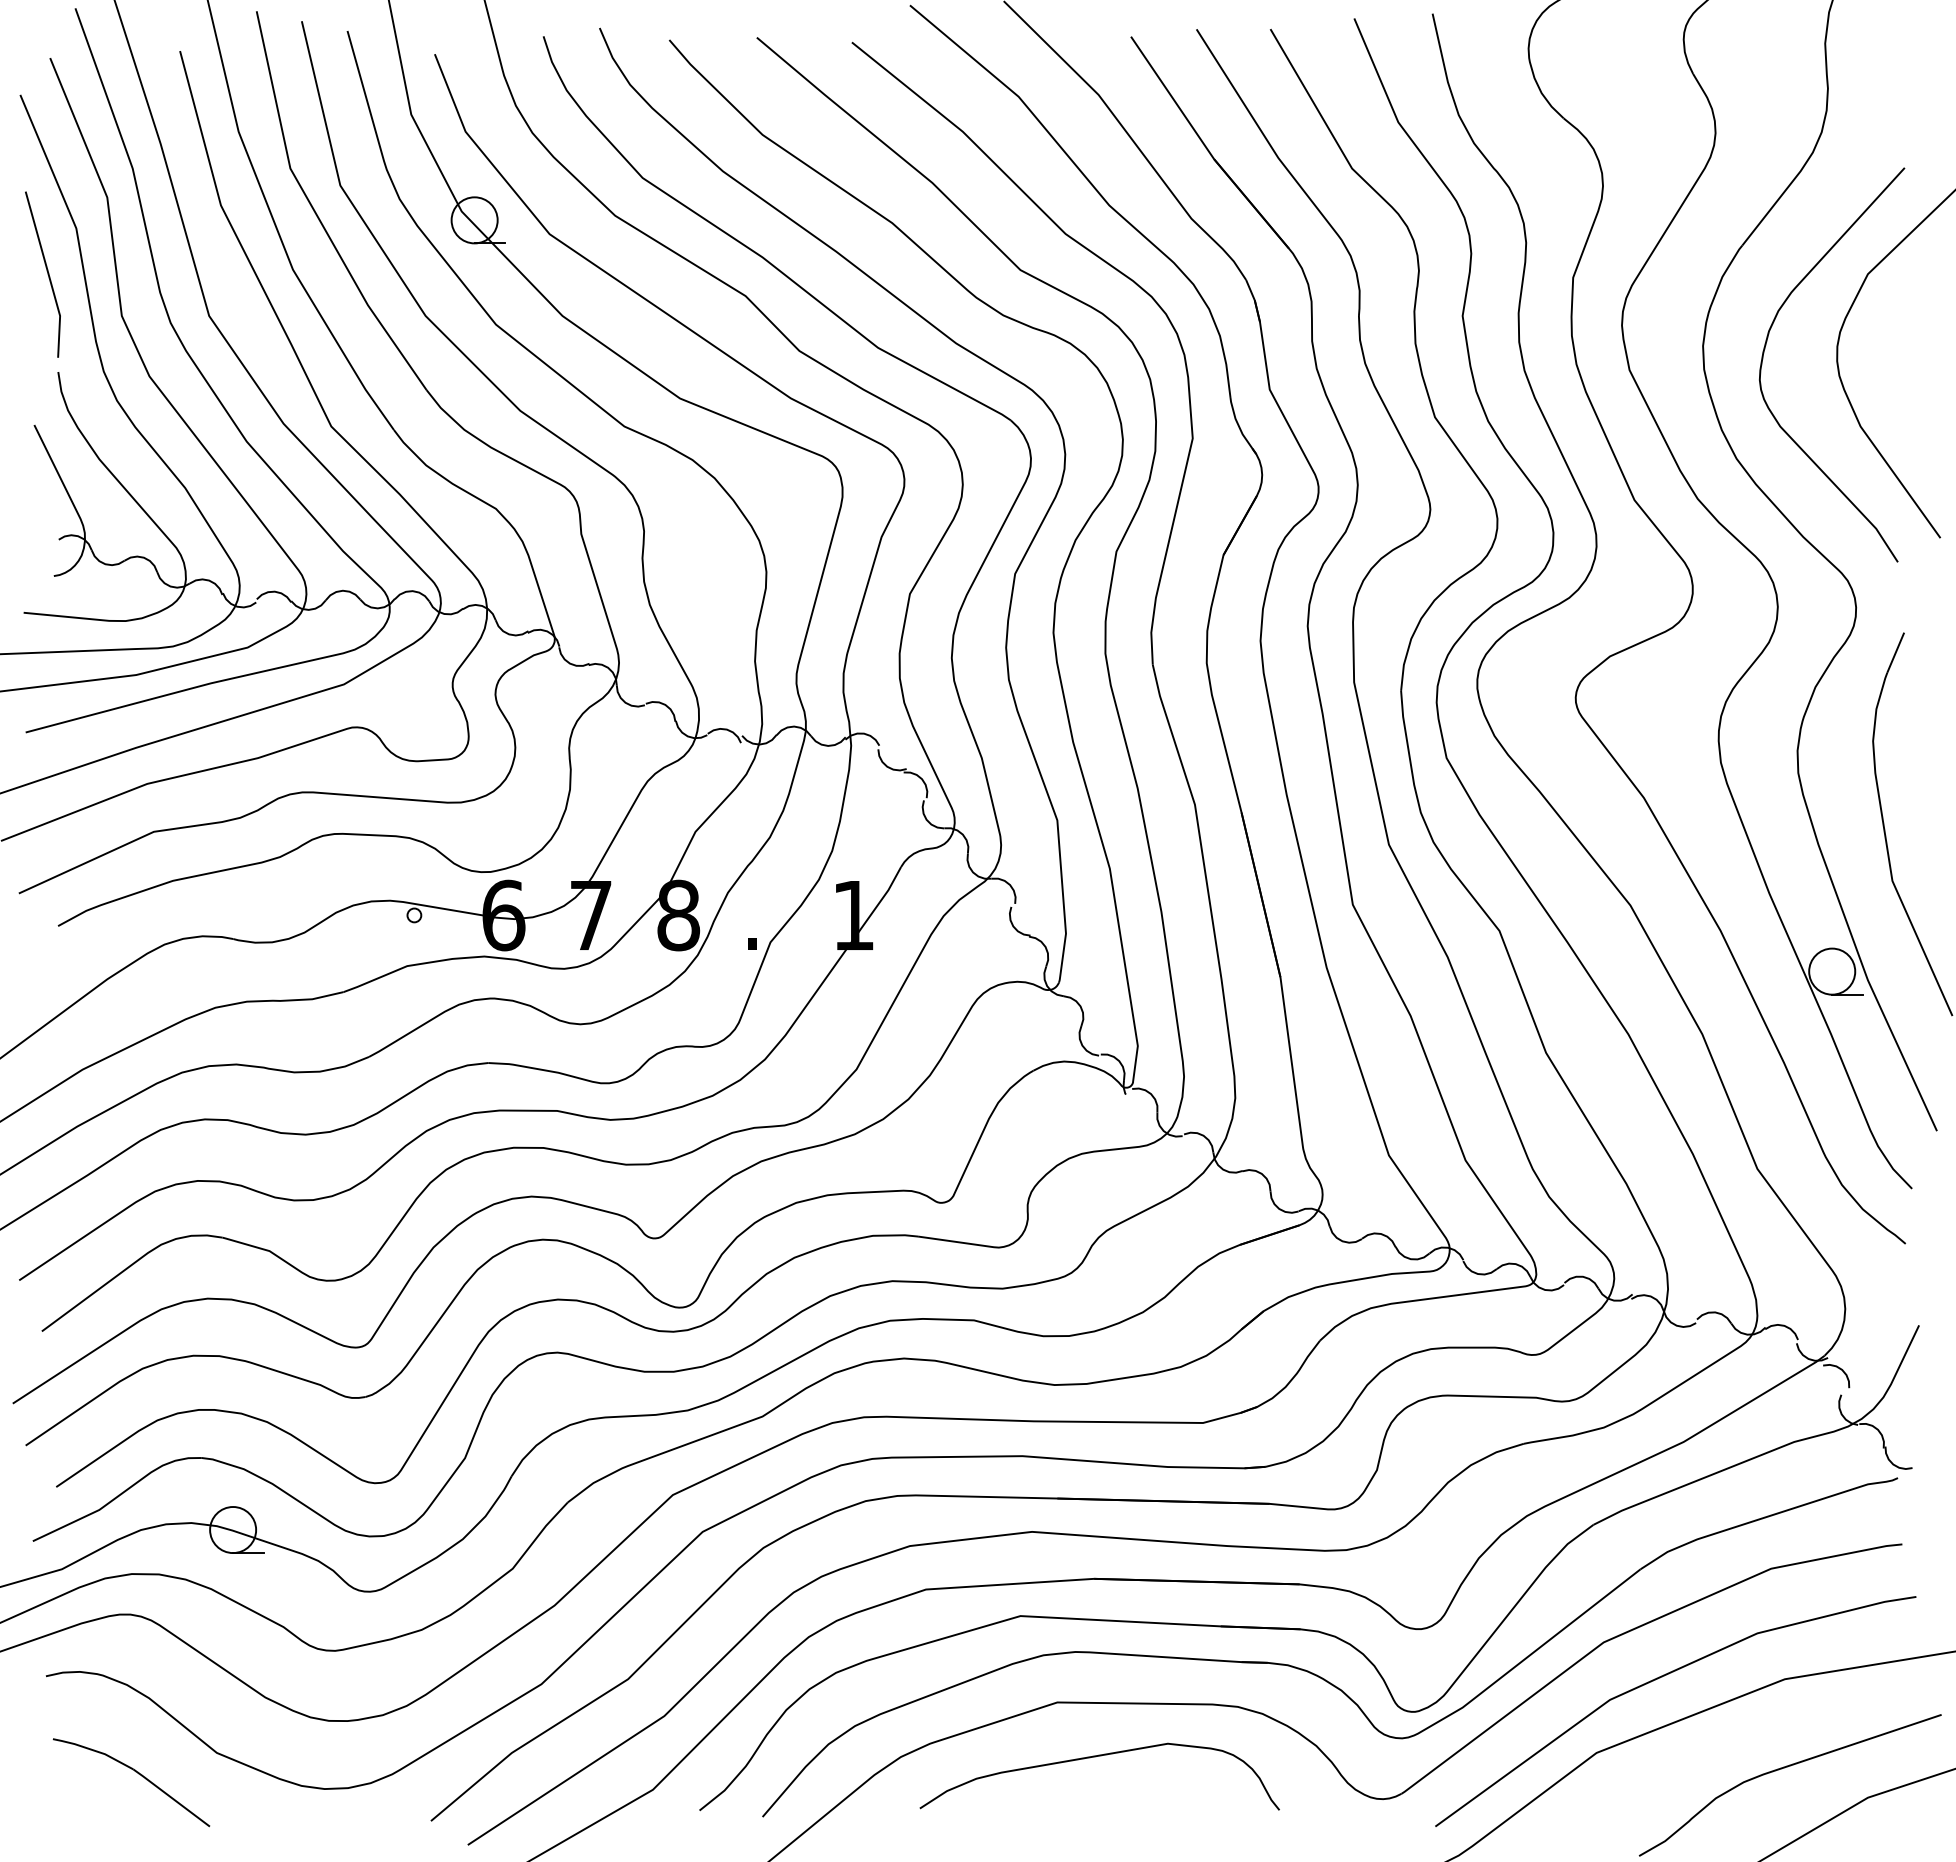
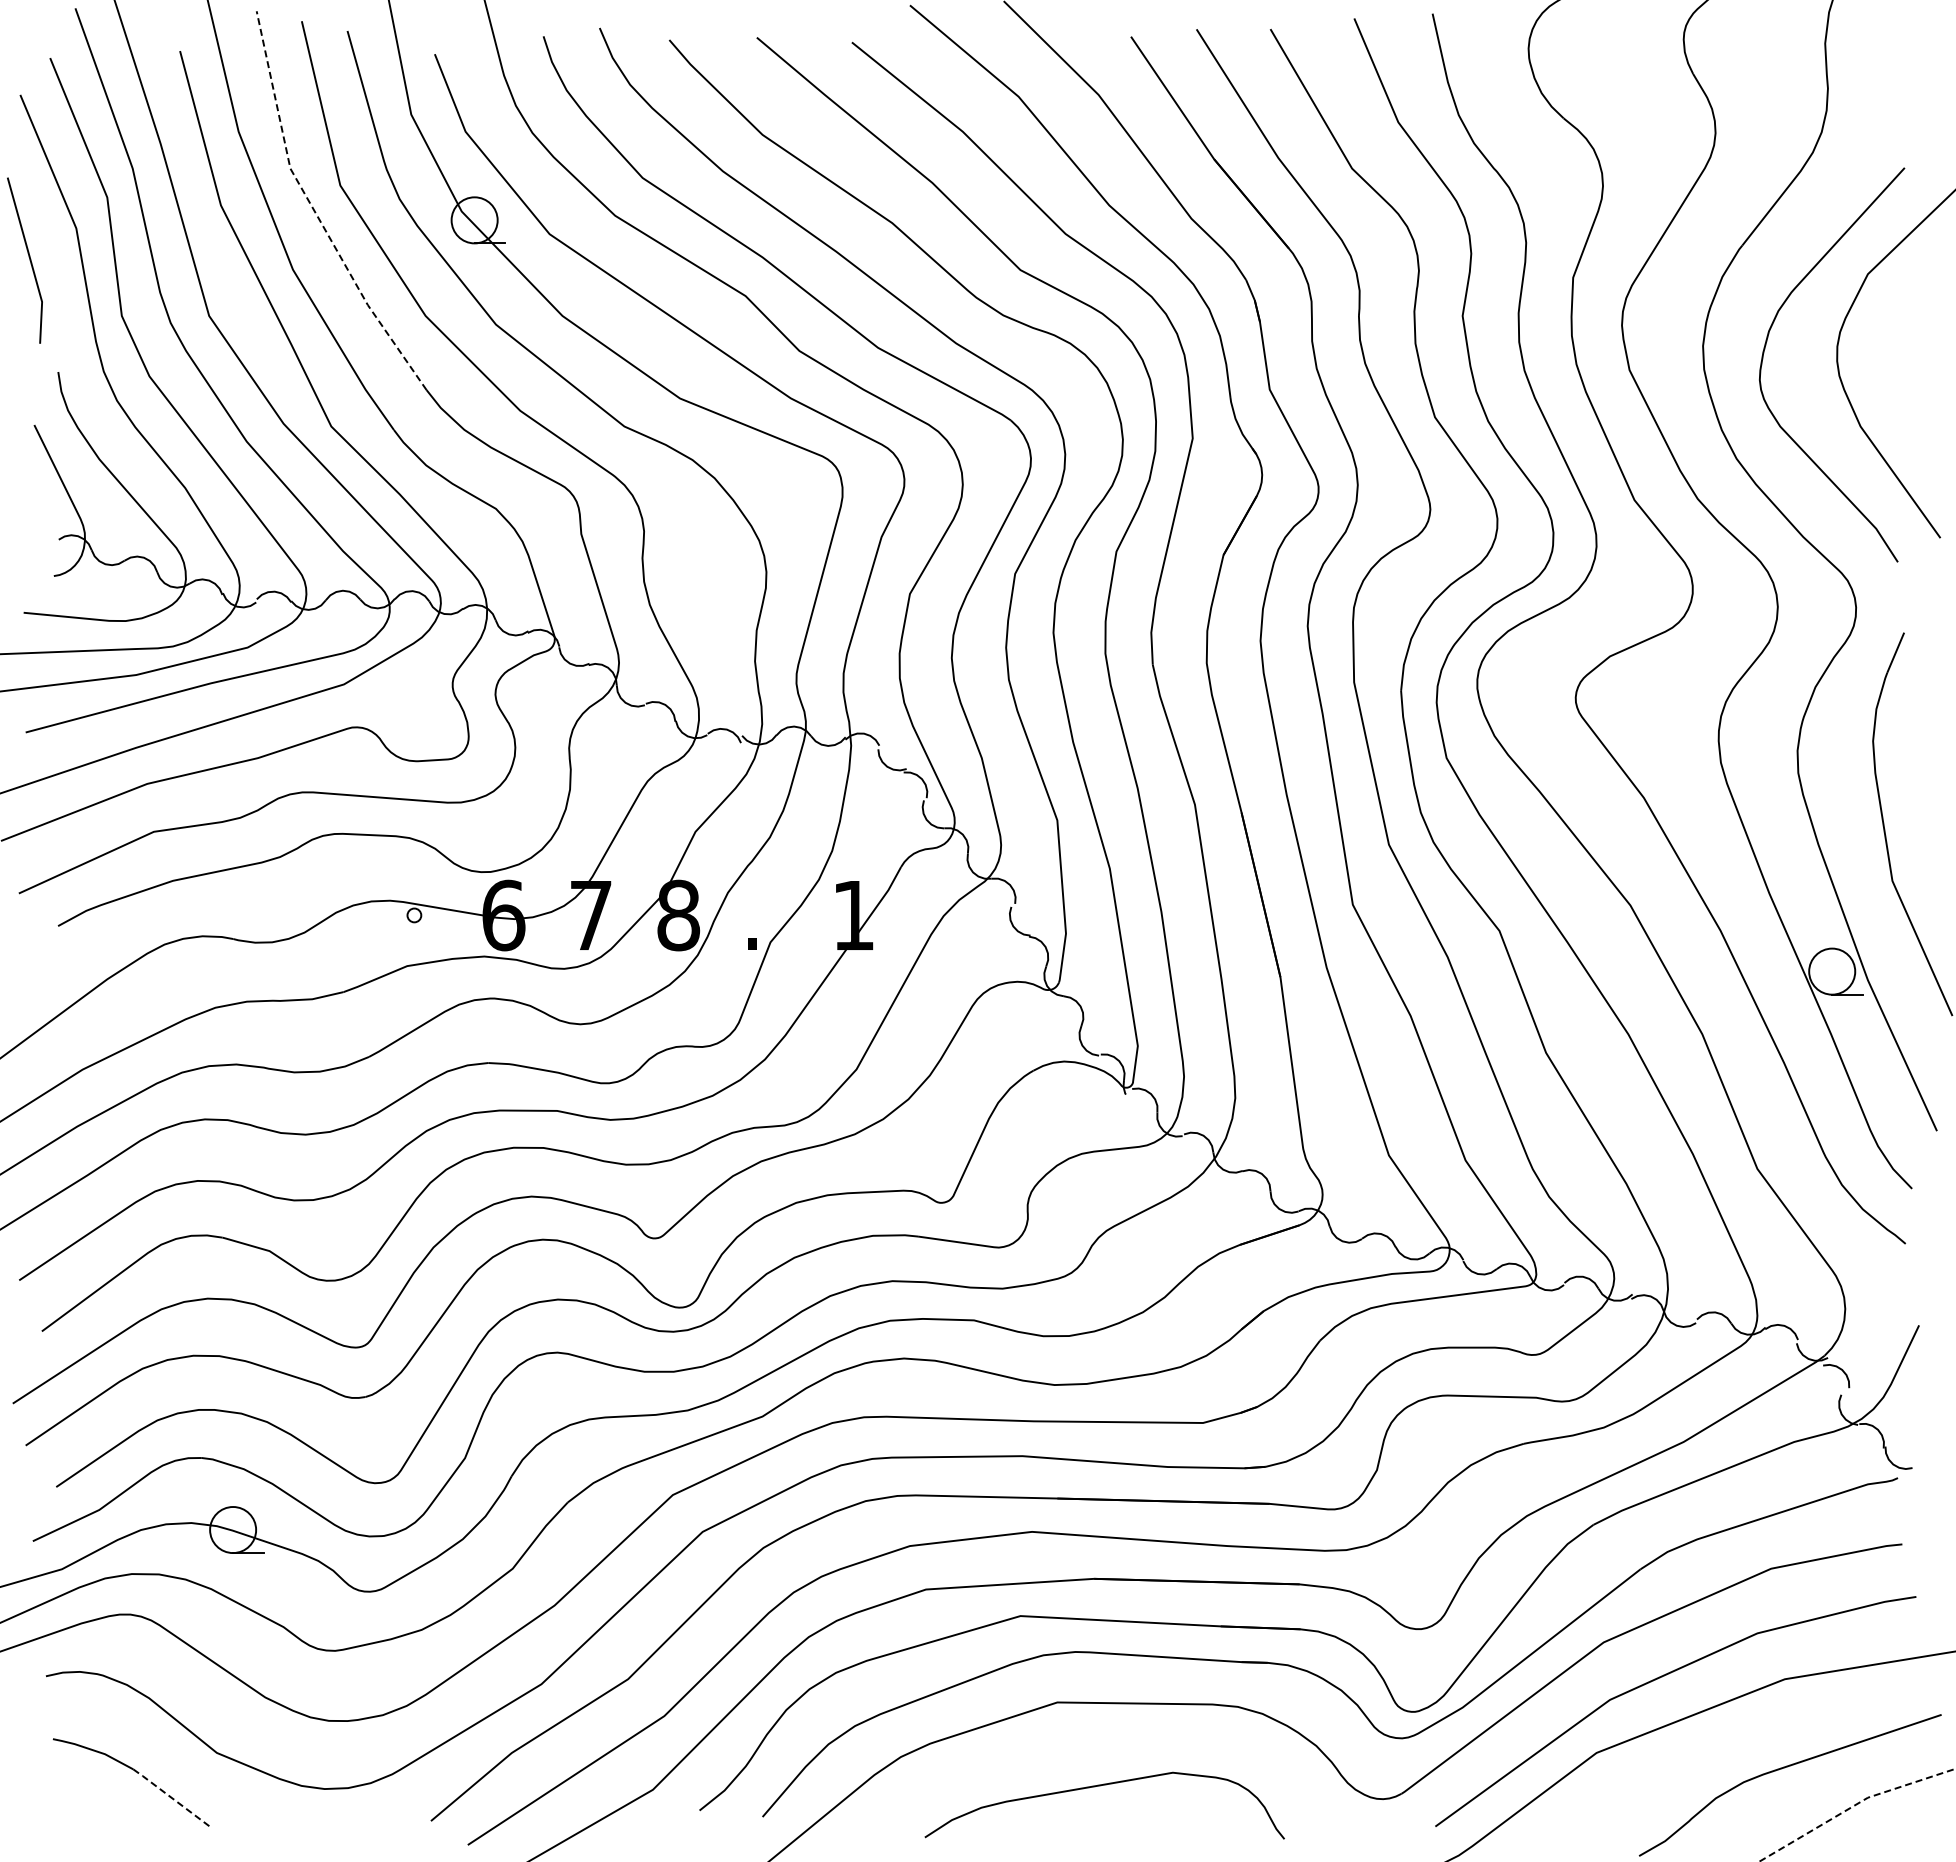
line at (314, 211): solid -> dashed
line at (46, 271) position: (46, 271) -> (28, 257)
curve at (1095, 1757) position: (1095, 1757) -> (1100, 1786)
line at (171, 1797): solid -> dashed
line at (1854, 1805): solid -> dashed
